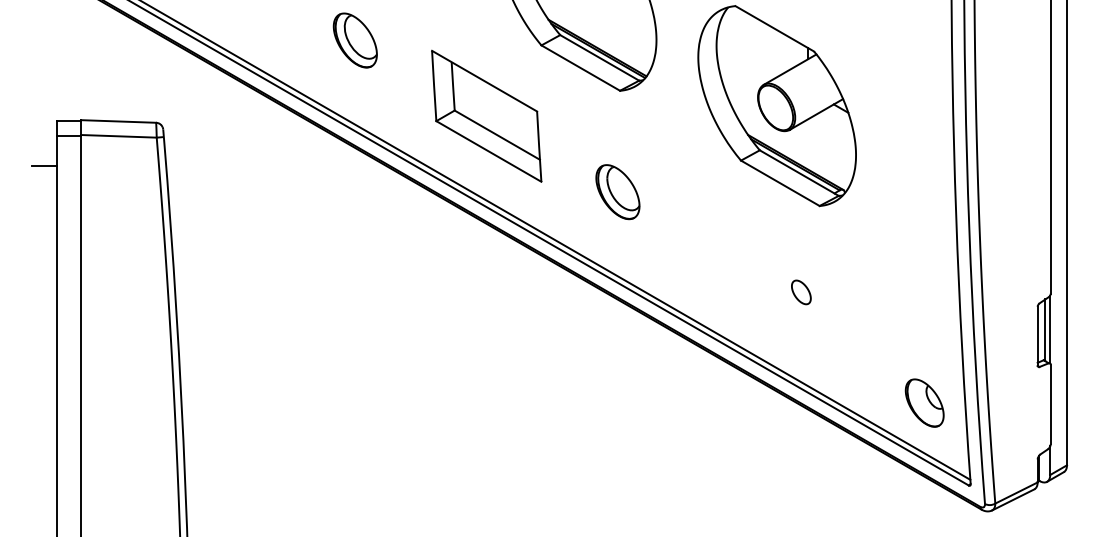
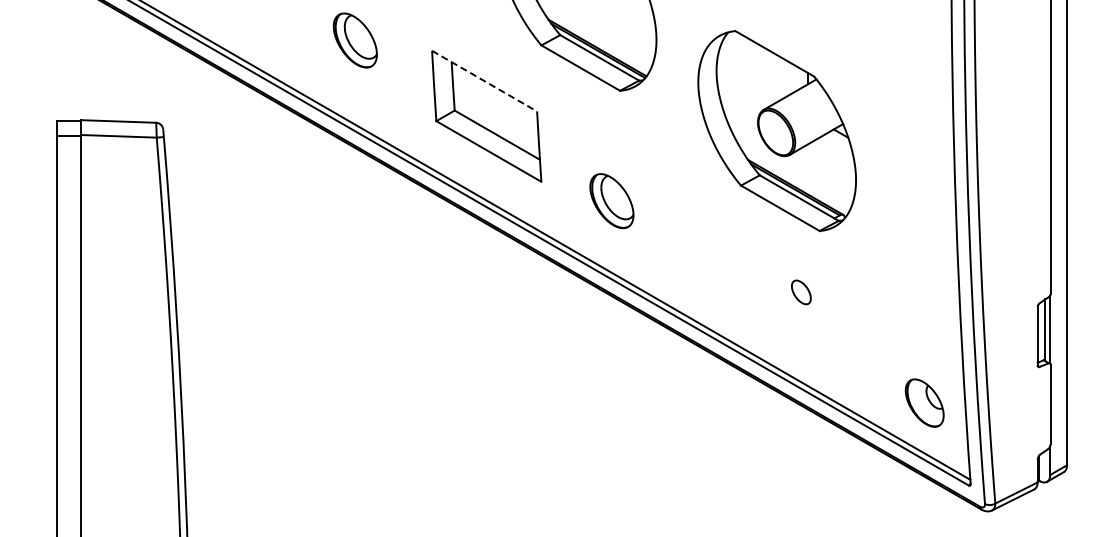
line at (484, 81): solid -> dashed
part at (776, 106) position: (776, 106) -> (776, 131)
line at (44, 166): present -> none
part at (617, 192) position: (617, 192) -> (611, 201)
